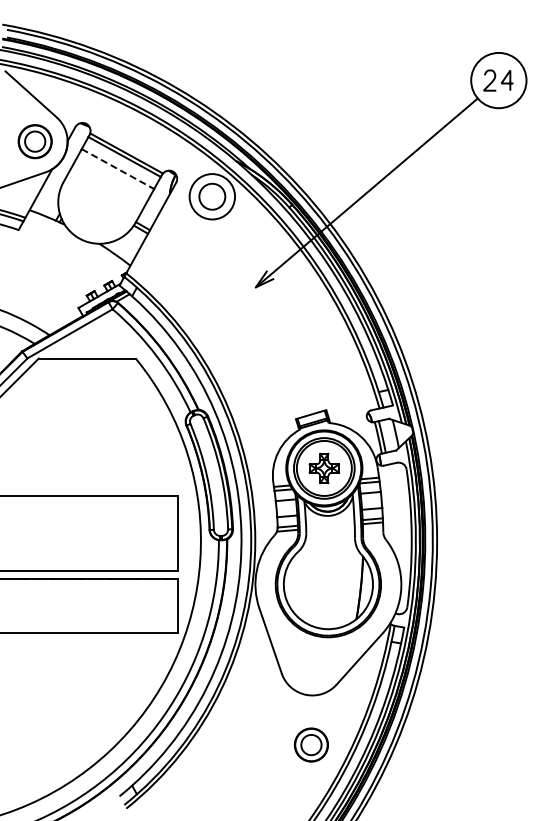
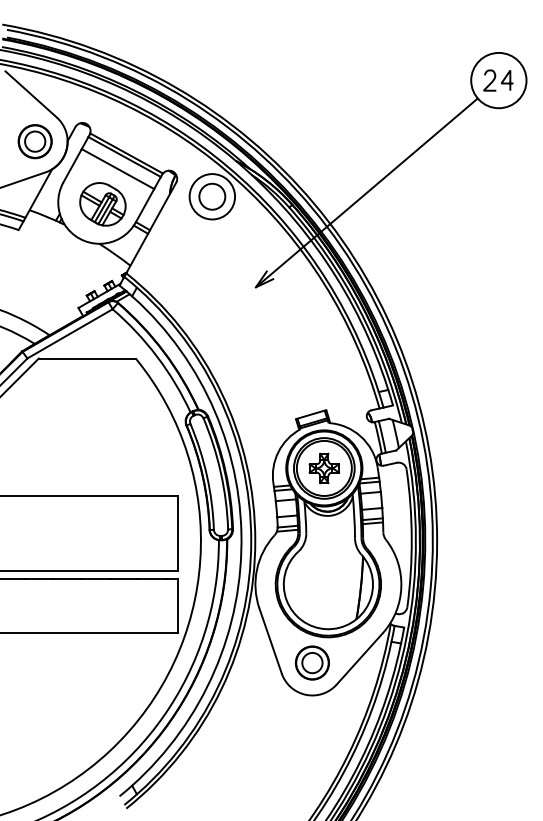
line at (118, 169): dashed -> solid
part at (102, 204): none -> present
part at (311, 744) position: (311, 744) -> (312, 662)
